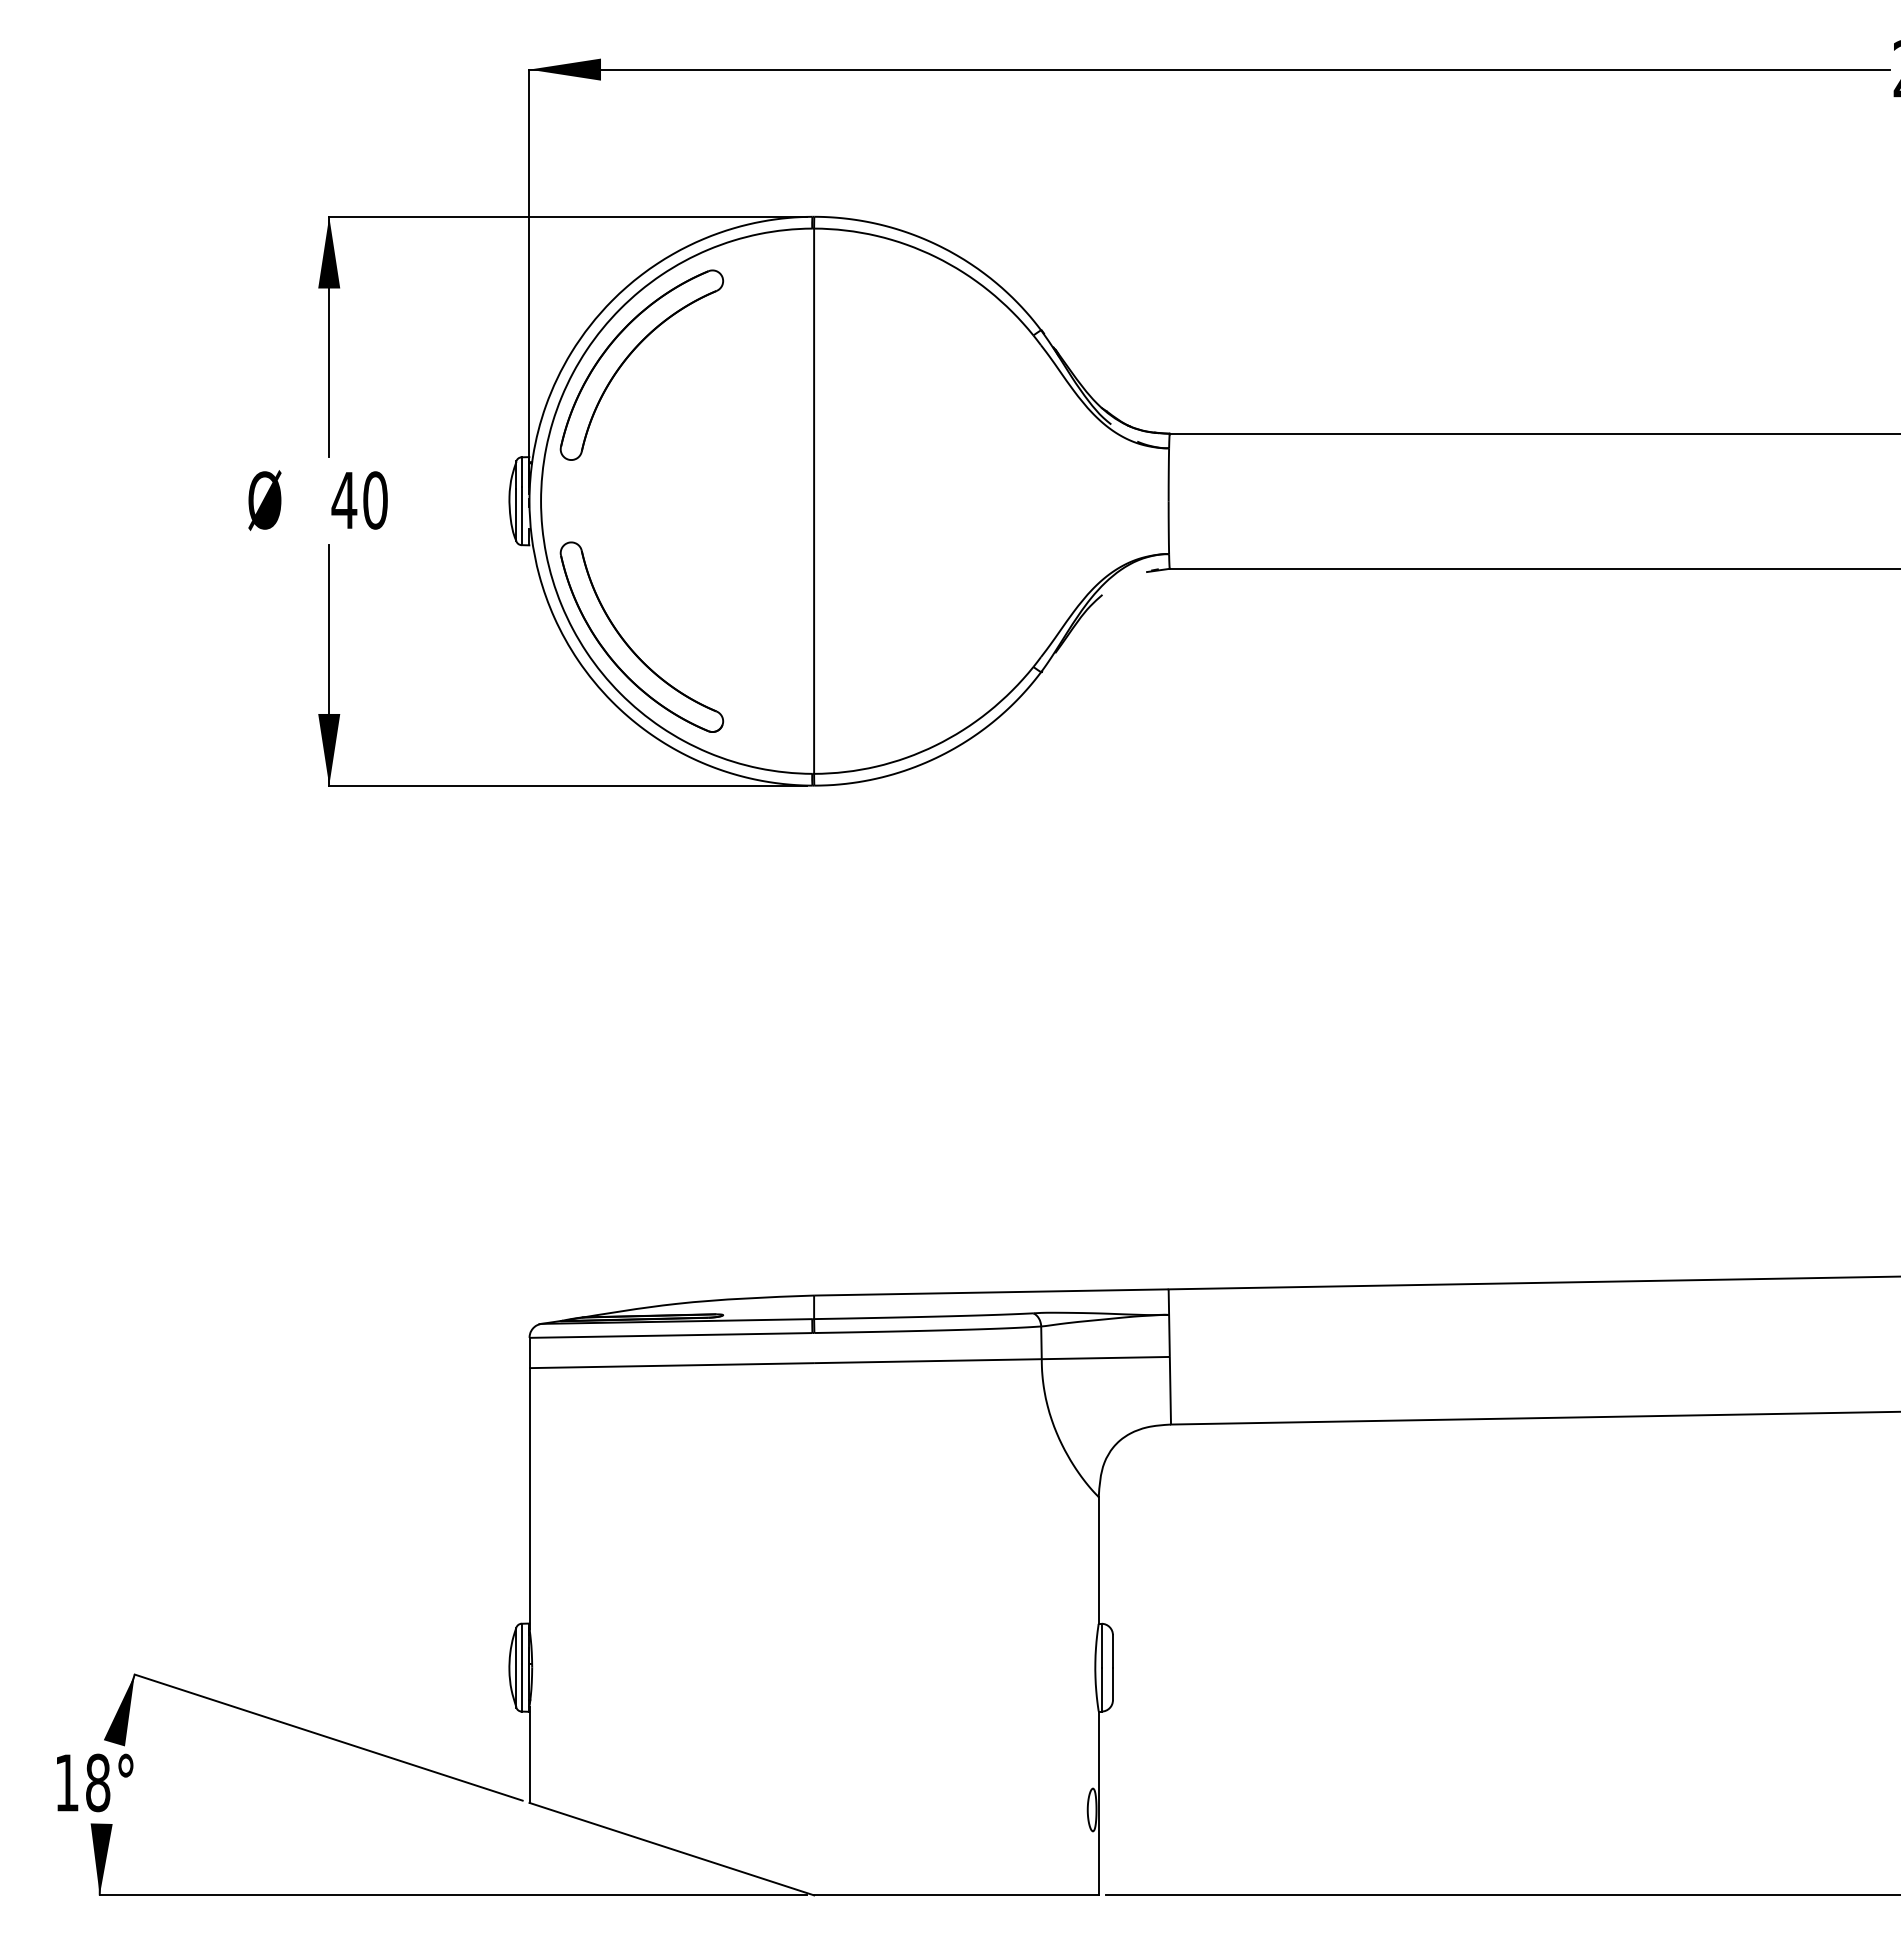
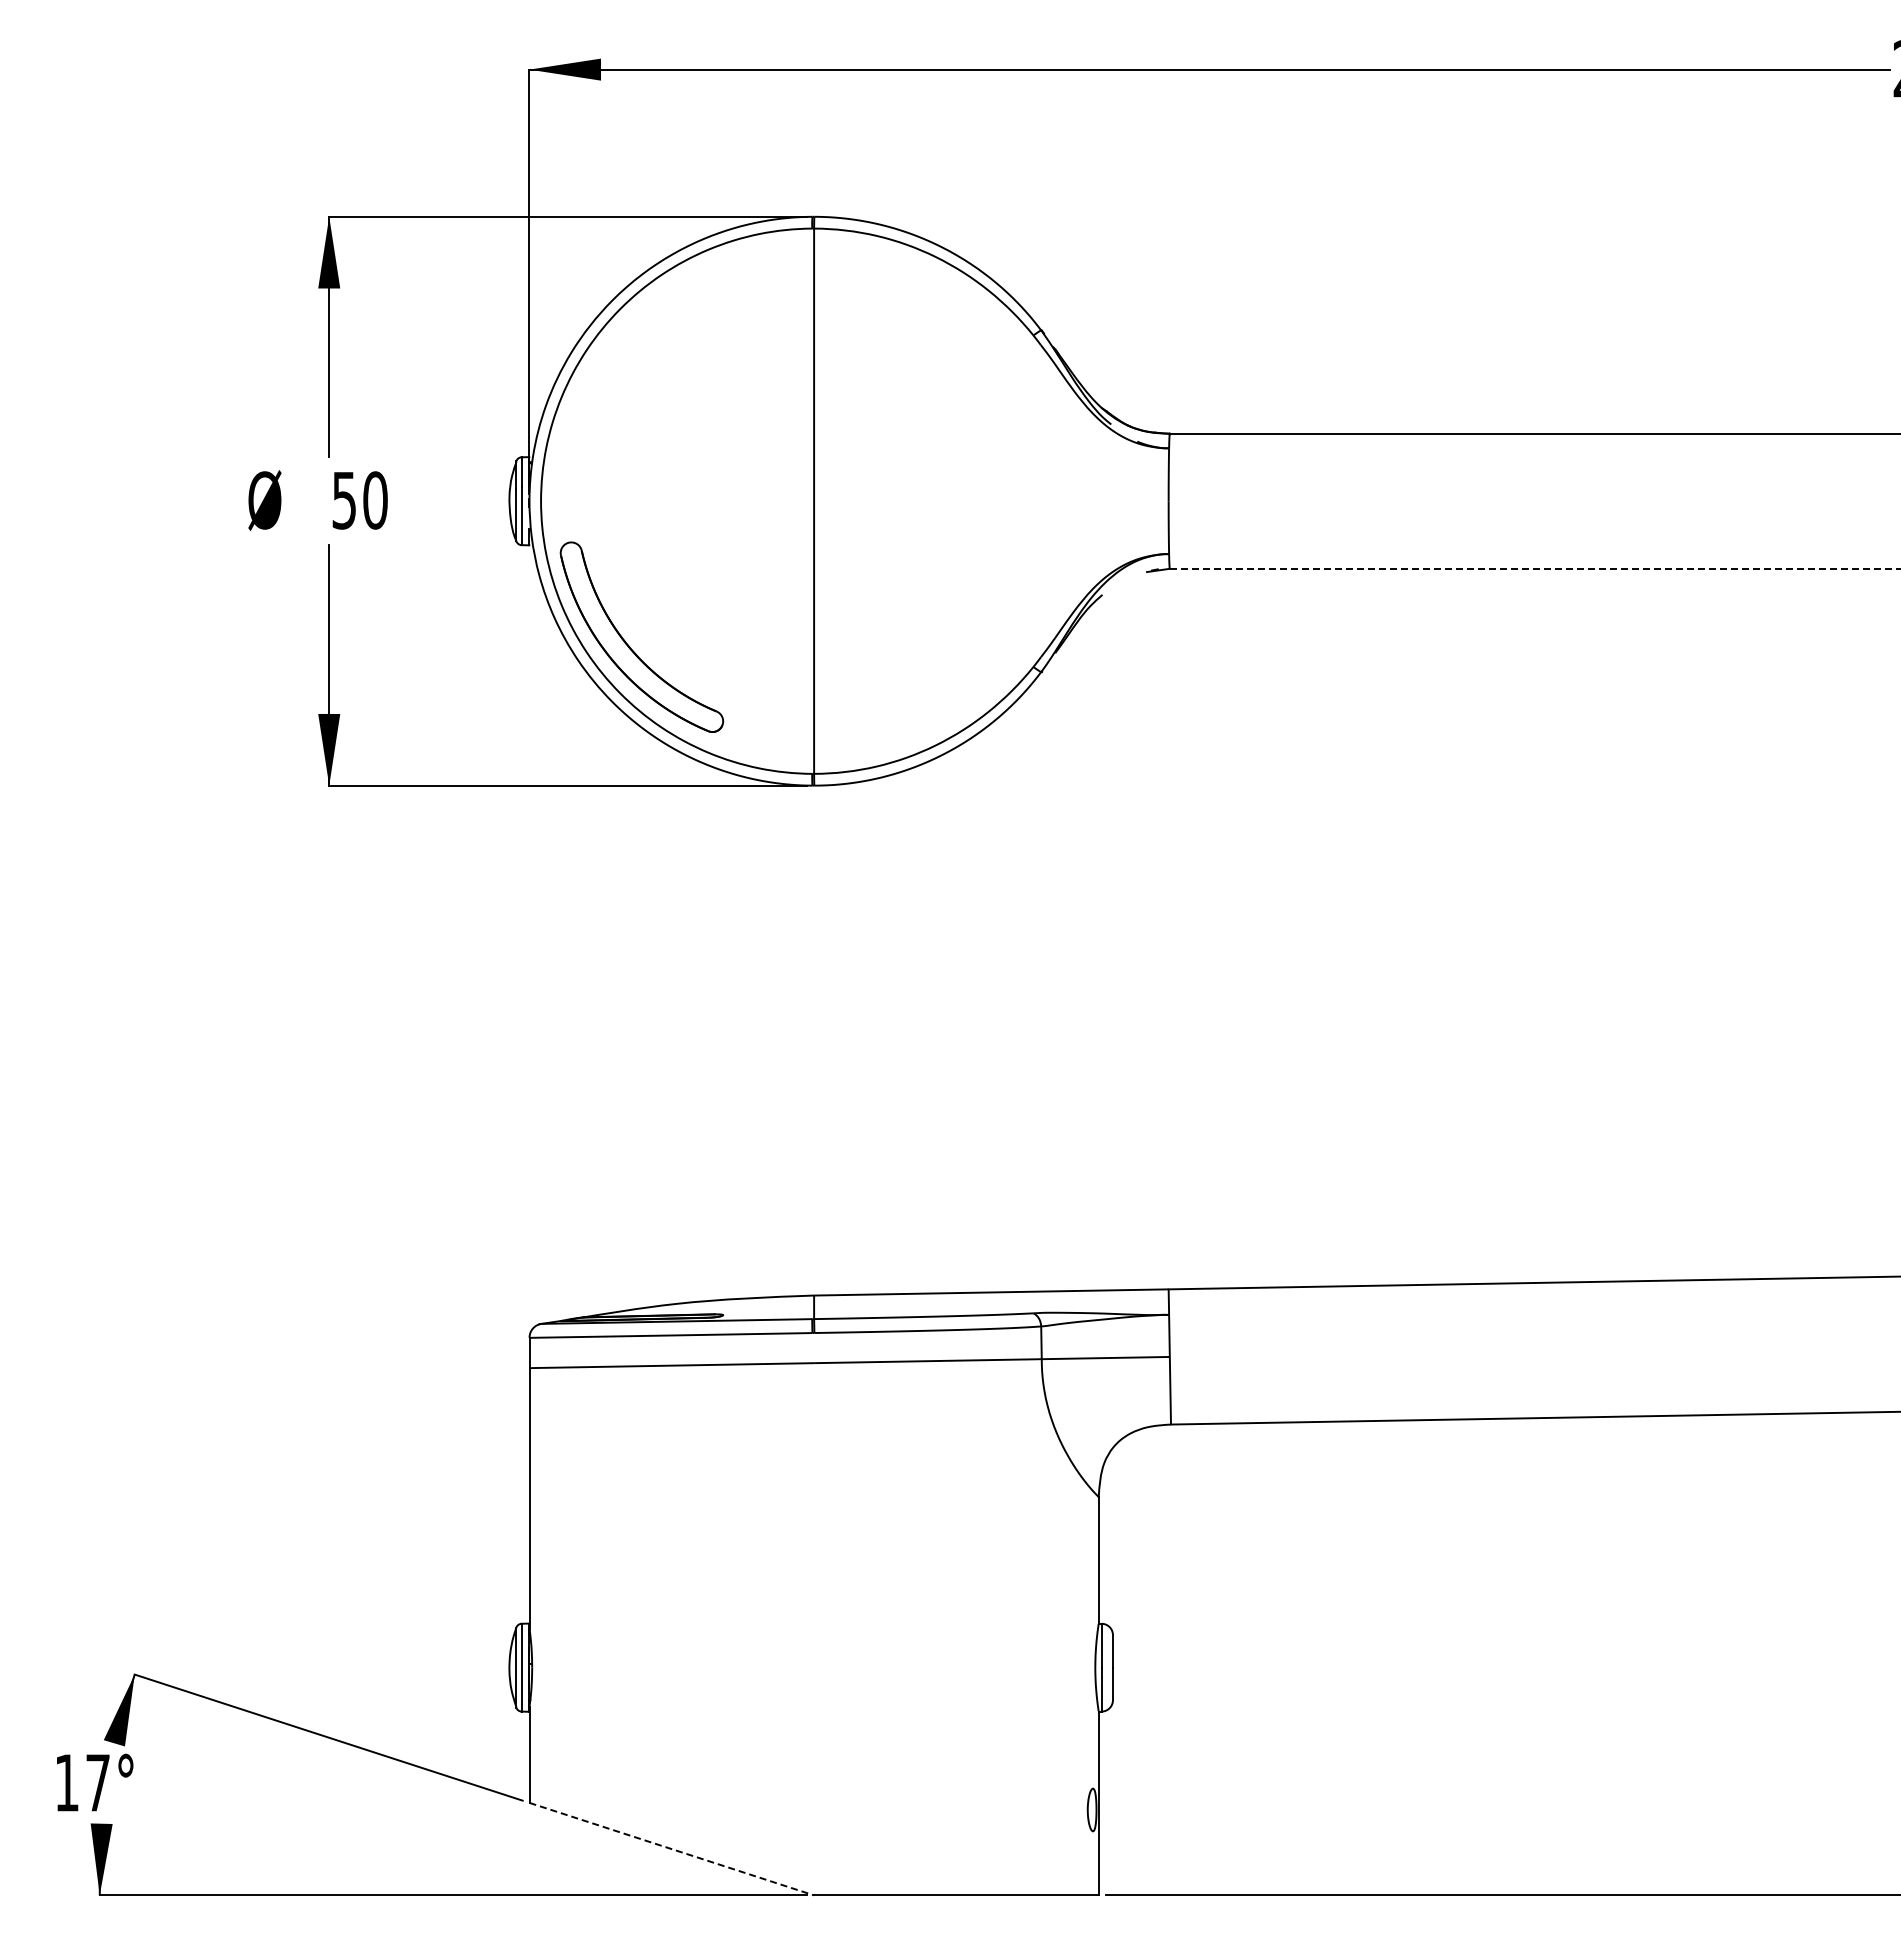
part at (631, 354): present -> none
text at (344, 500): 40 -> 50
line at (1535, 568): solid -> dashed
text at (98, 1782): 18° -> 17°
line at (671, 1849): solid -> dashed
